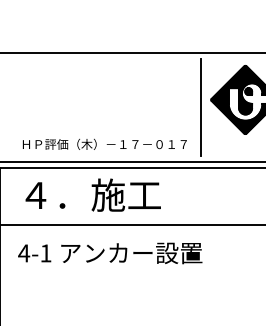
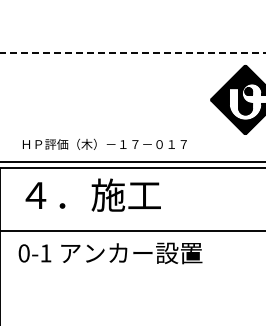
line at (132, 52): solid -> dashed
line at (201, 107): present -> none
line at (132, 225) position: (132, 225) -> (132, 231)
text at (24, 253): 4-1 -> 0-1
